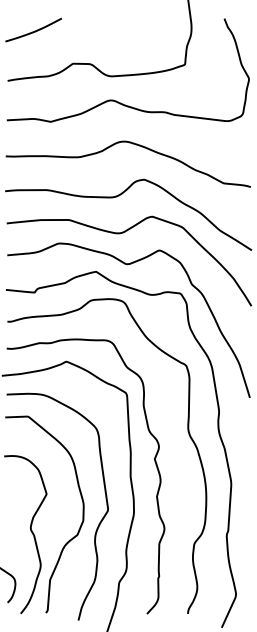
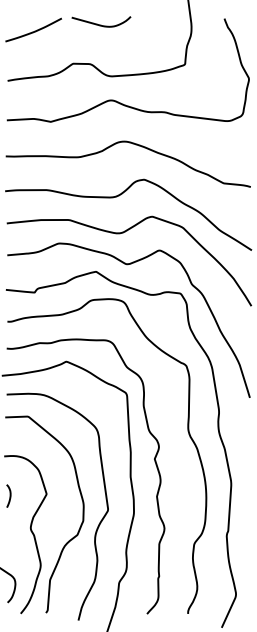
curve at (101, 24): none -> present
curve at (9, 495): none -> present
